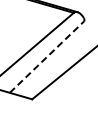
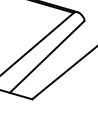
line at (47, 56): dashed -> solid
